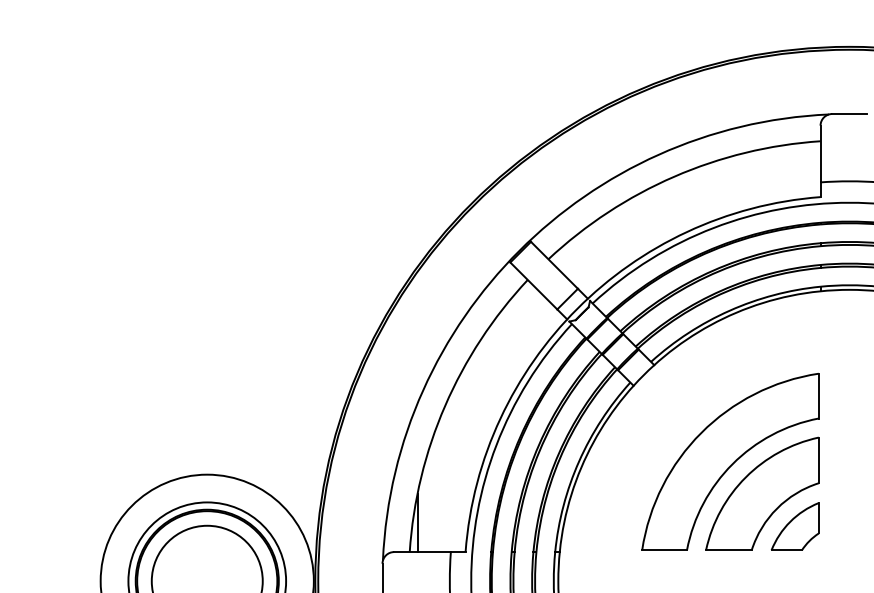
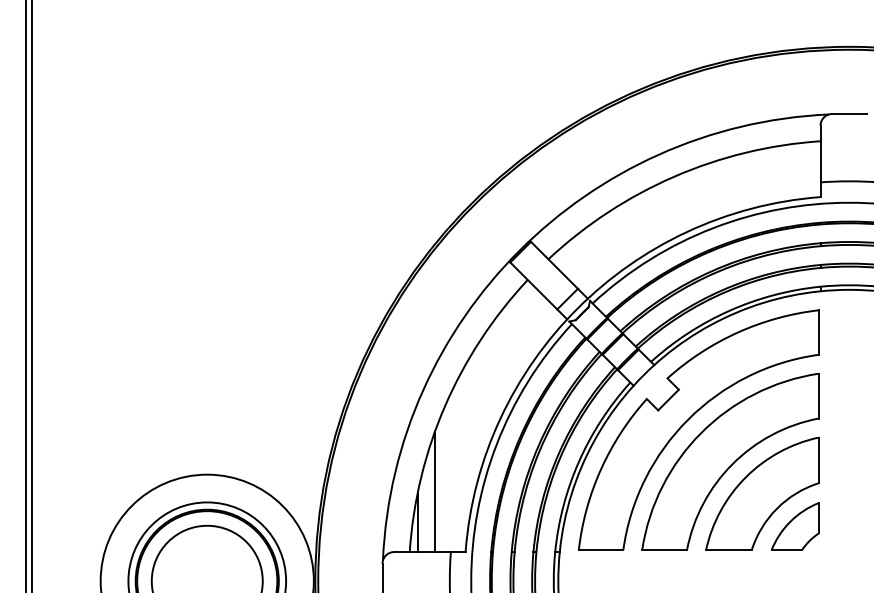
line at (26, 295): none -> present
line at (32, 295): none -> present
part at (689, 419): none -> present
line at (435, 491): none -> present
